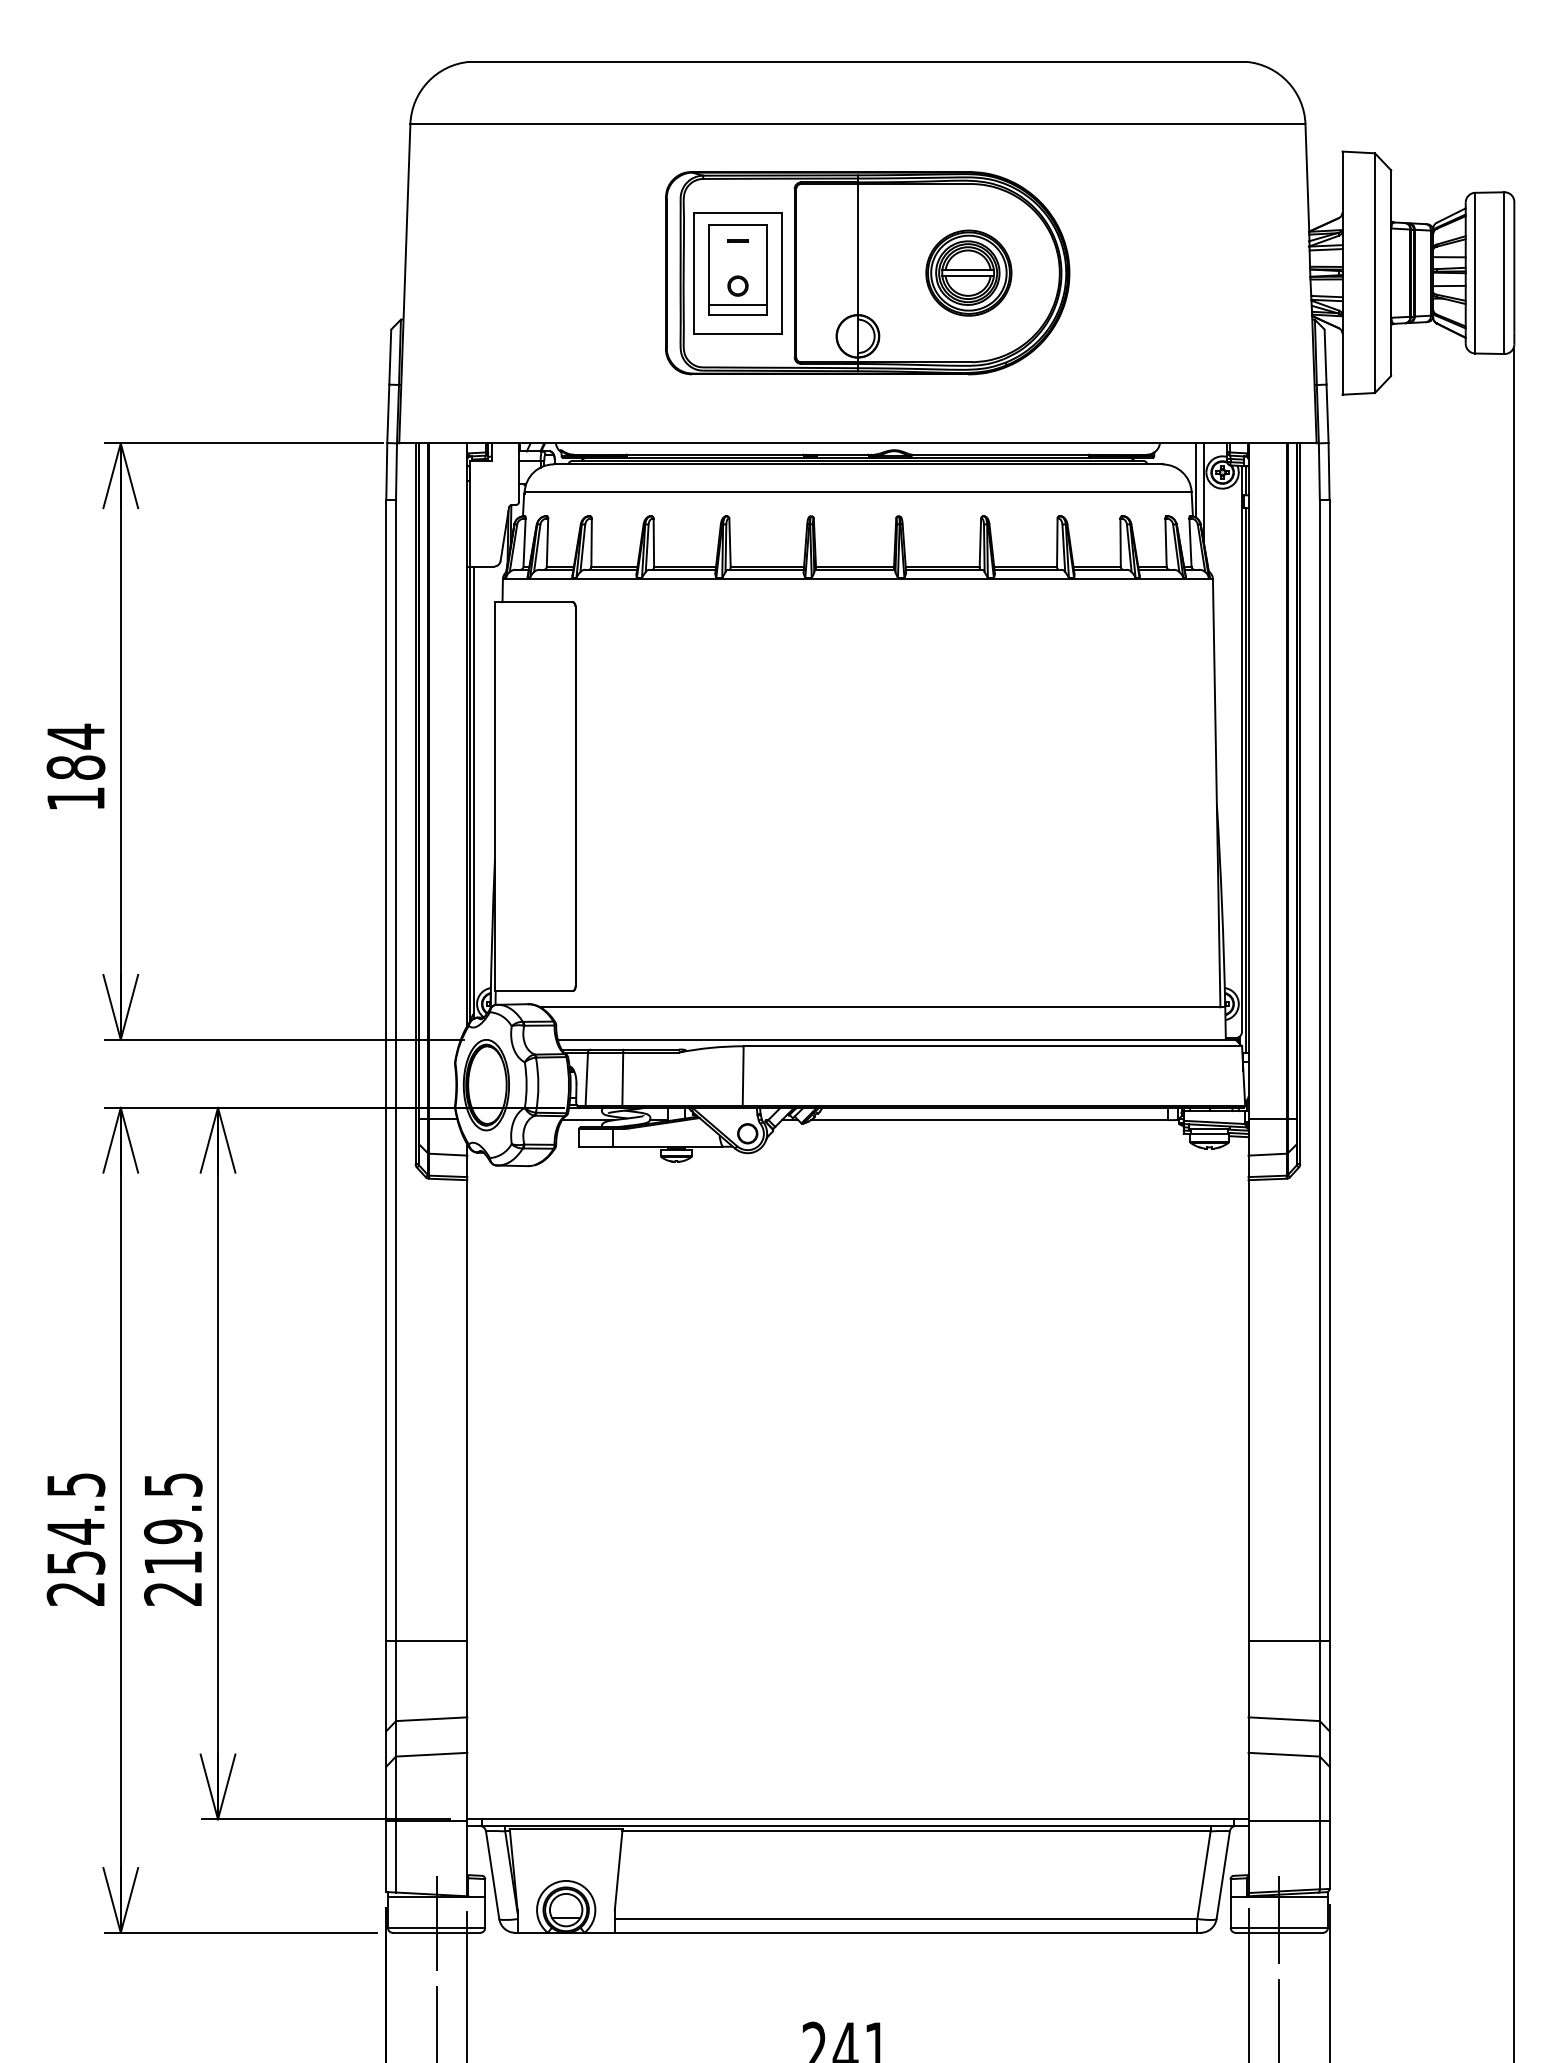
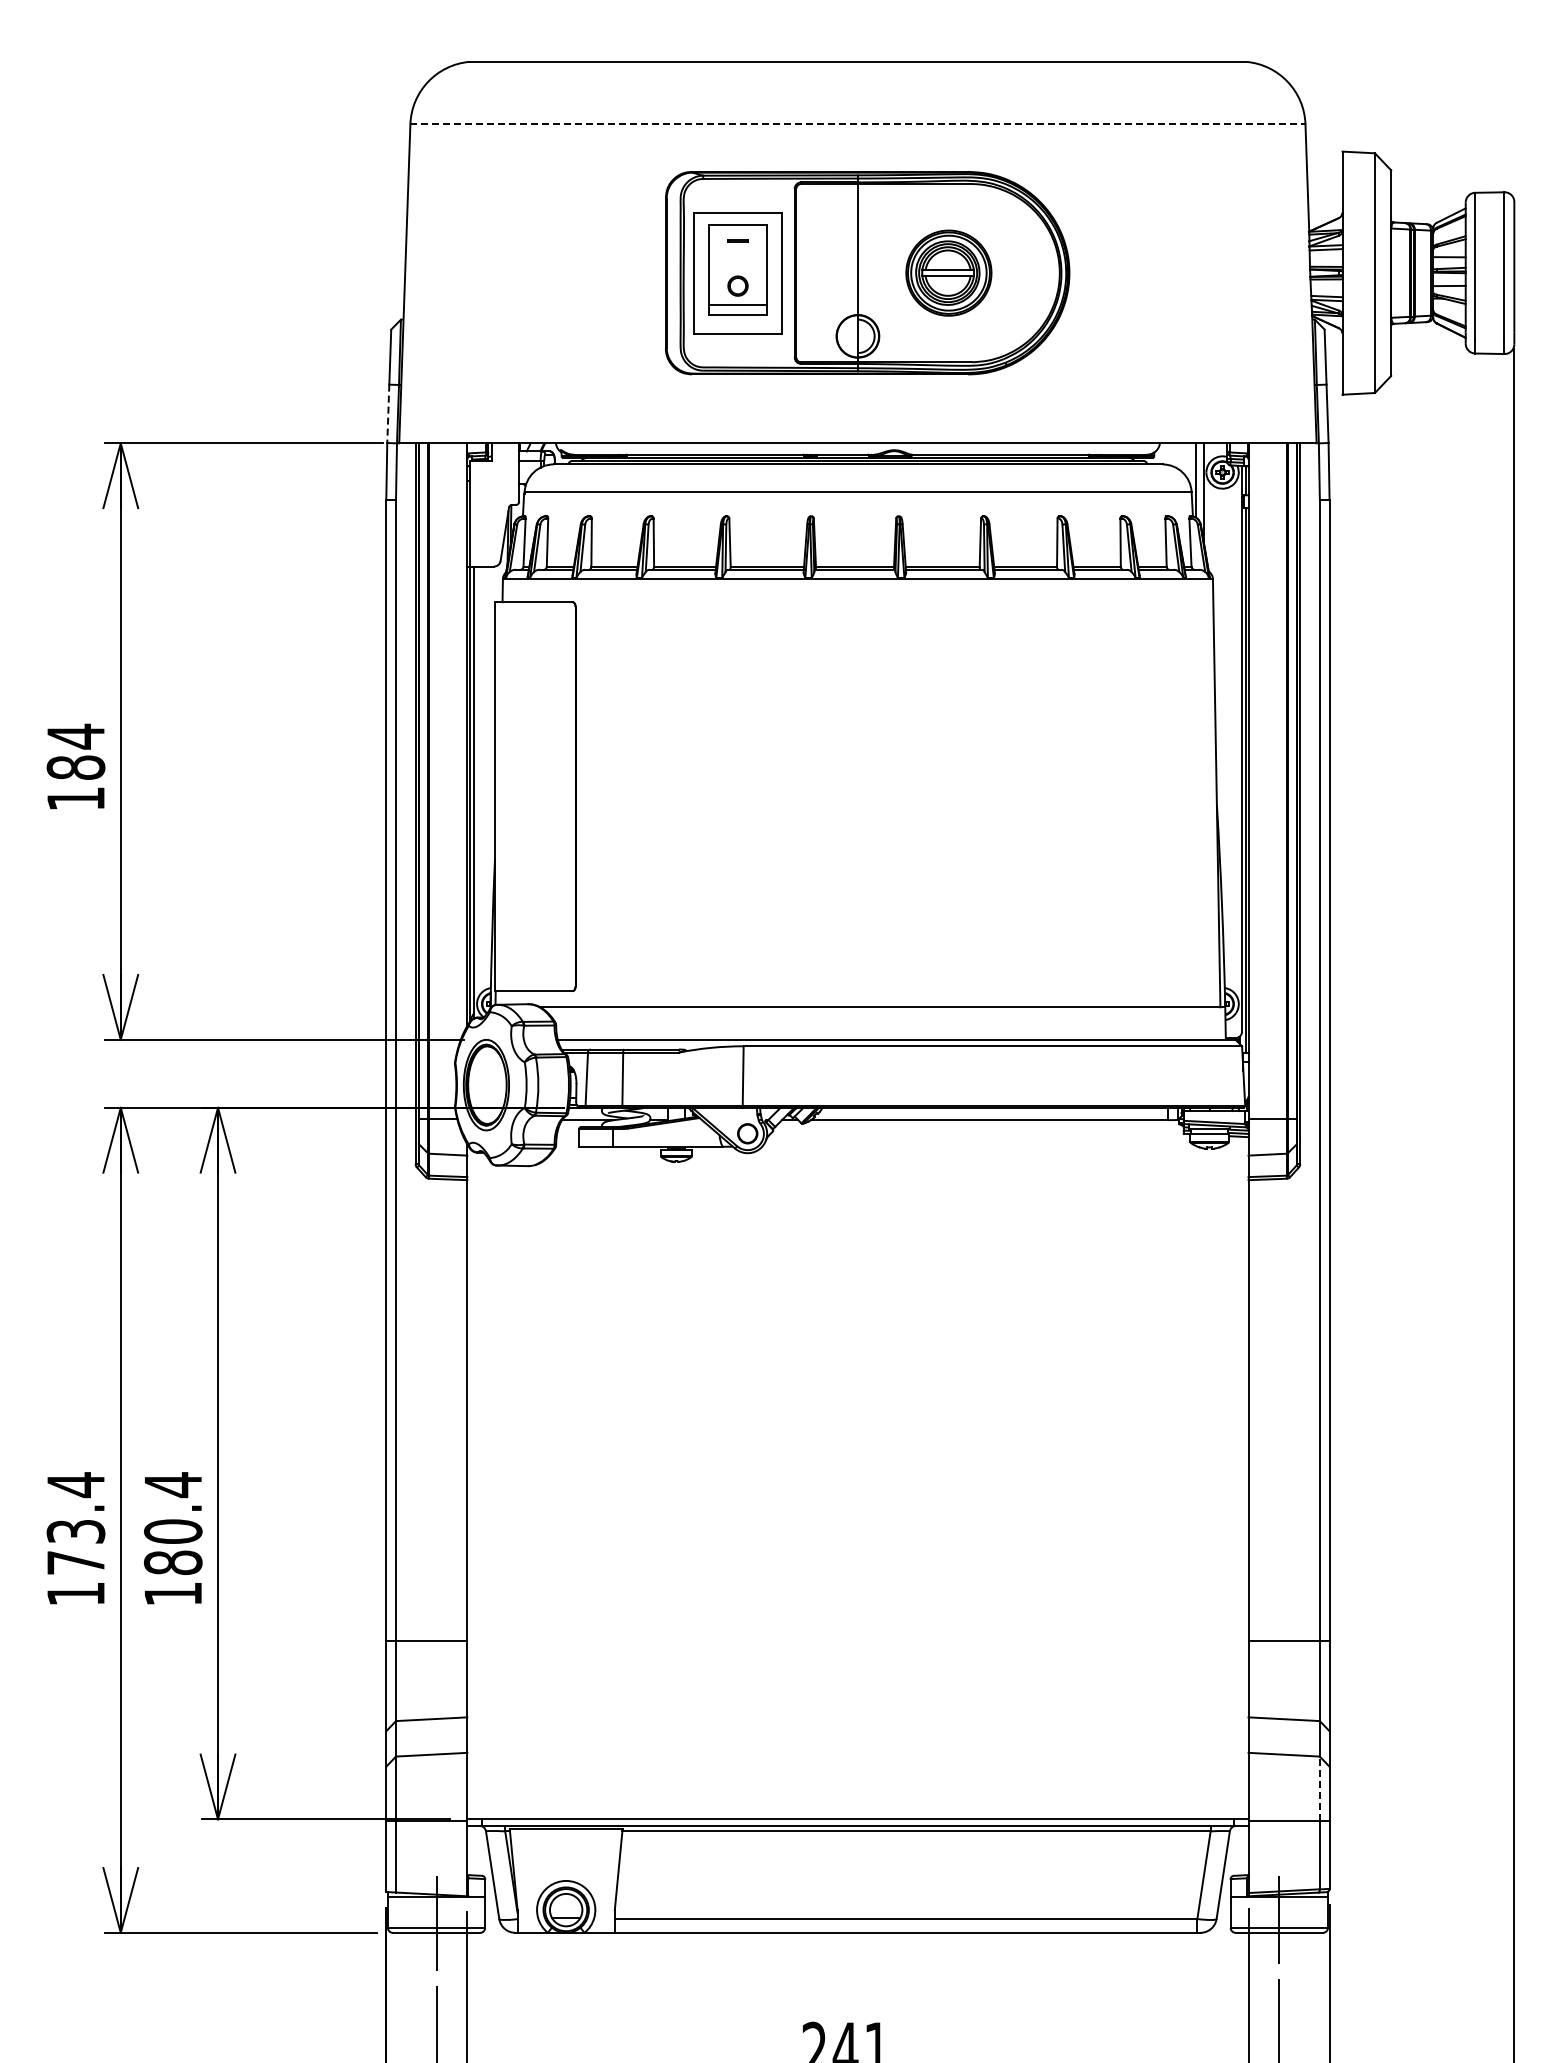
line at (857, 124): solid -> dashed
part at (968, 272) position: (968, 272) -> (948, 272)
line at (388, 414): solid -> dashed
text at (75, 1538): 254.5 -> 173.4
text at (172, 1538): 219.5 -> 180.4
line at (1319, 1788): solid -> dashed
